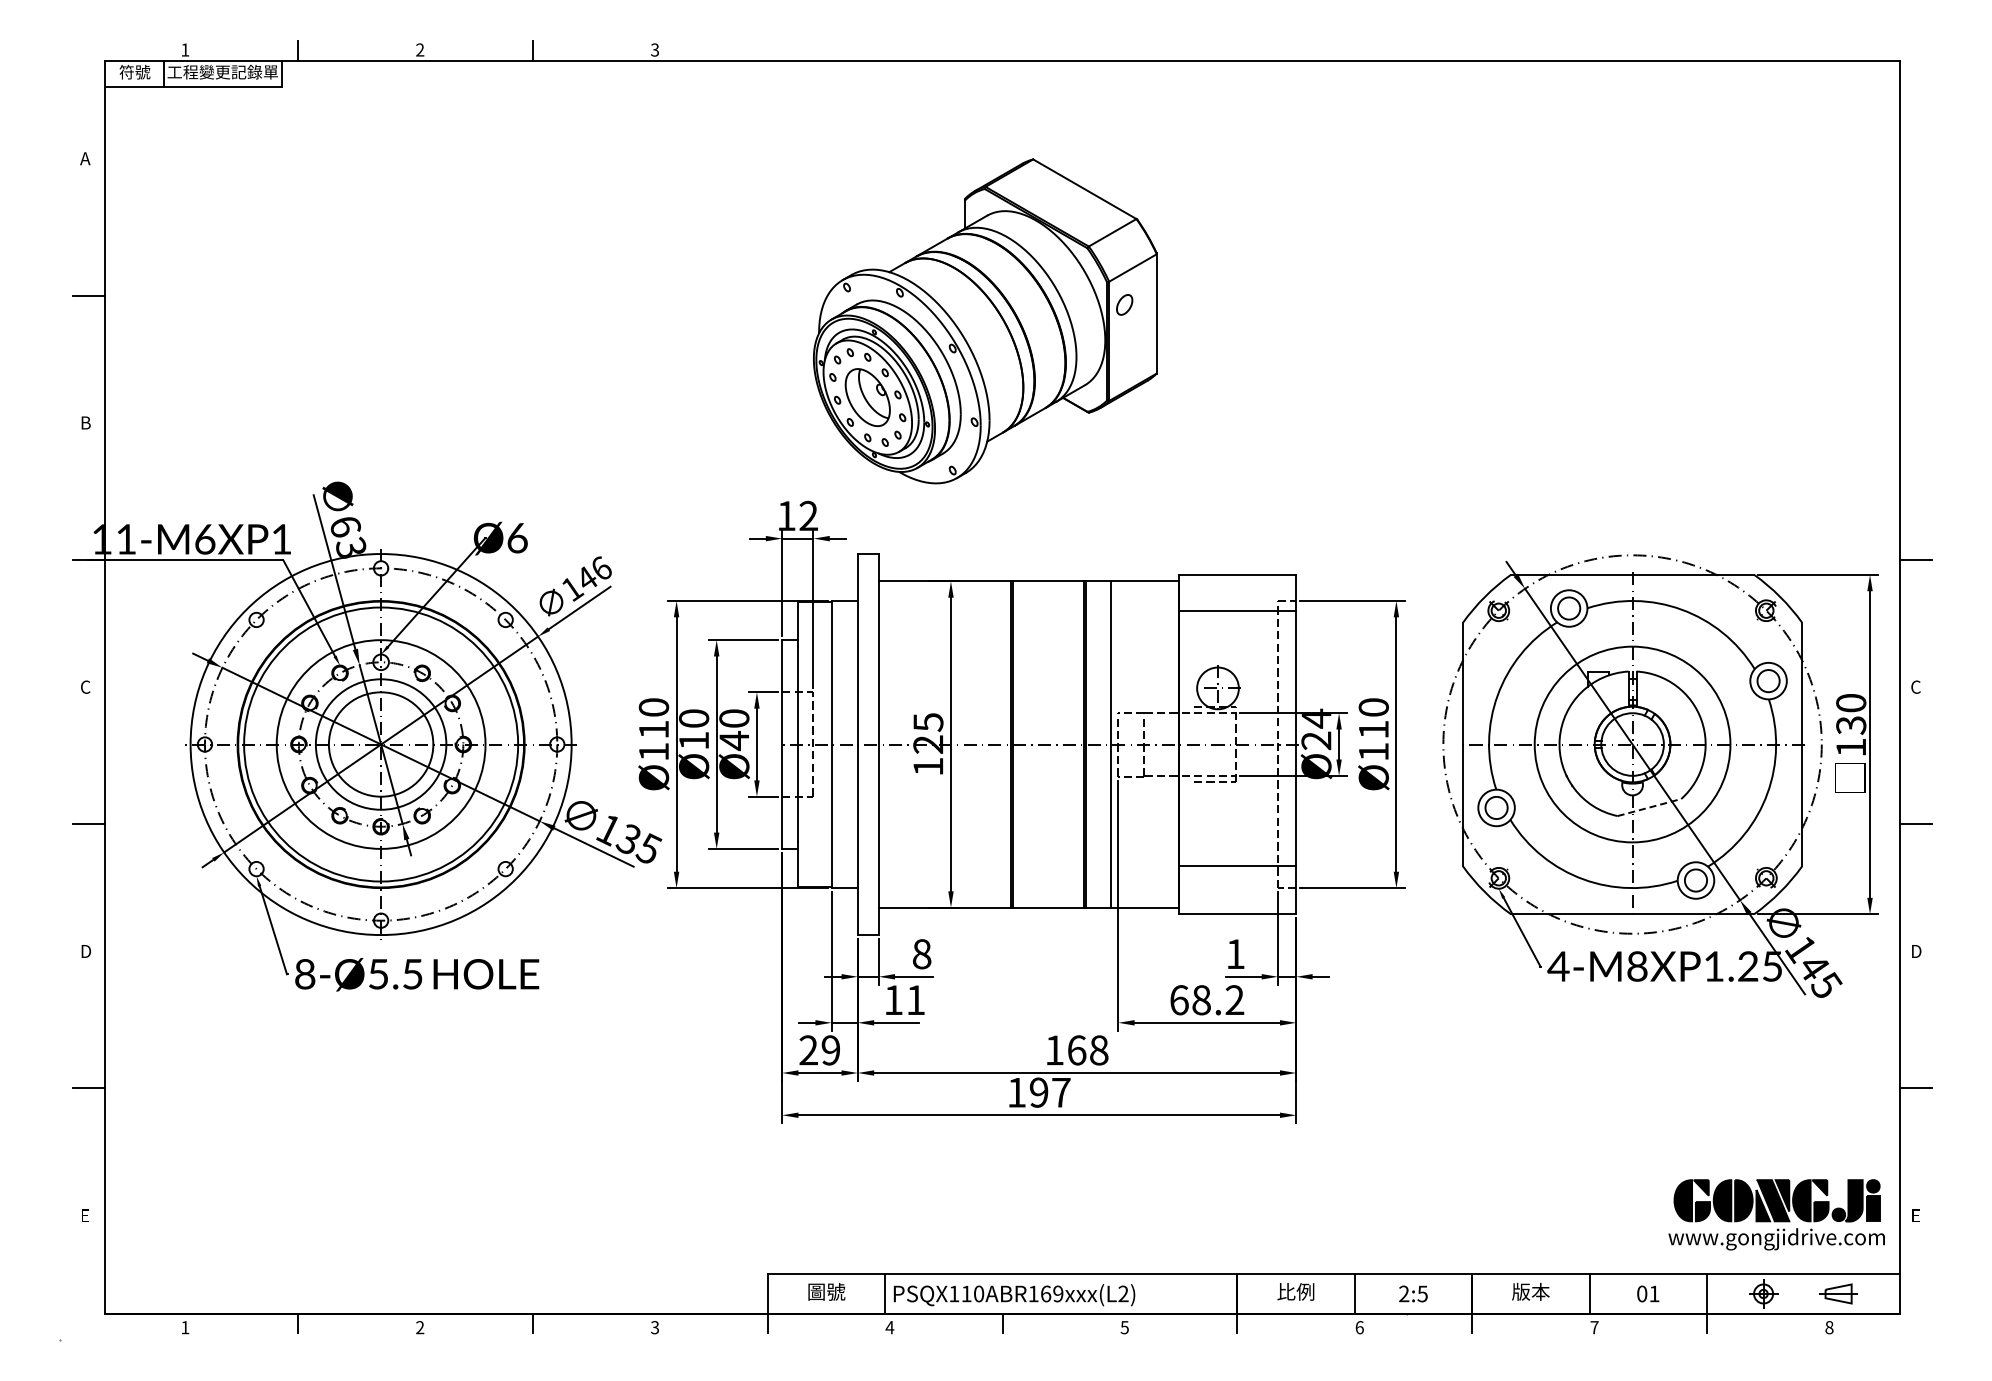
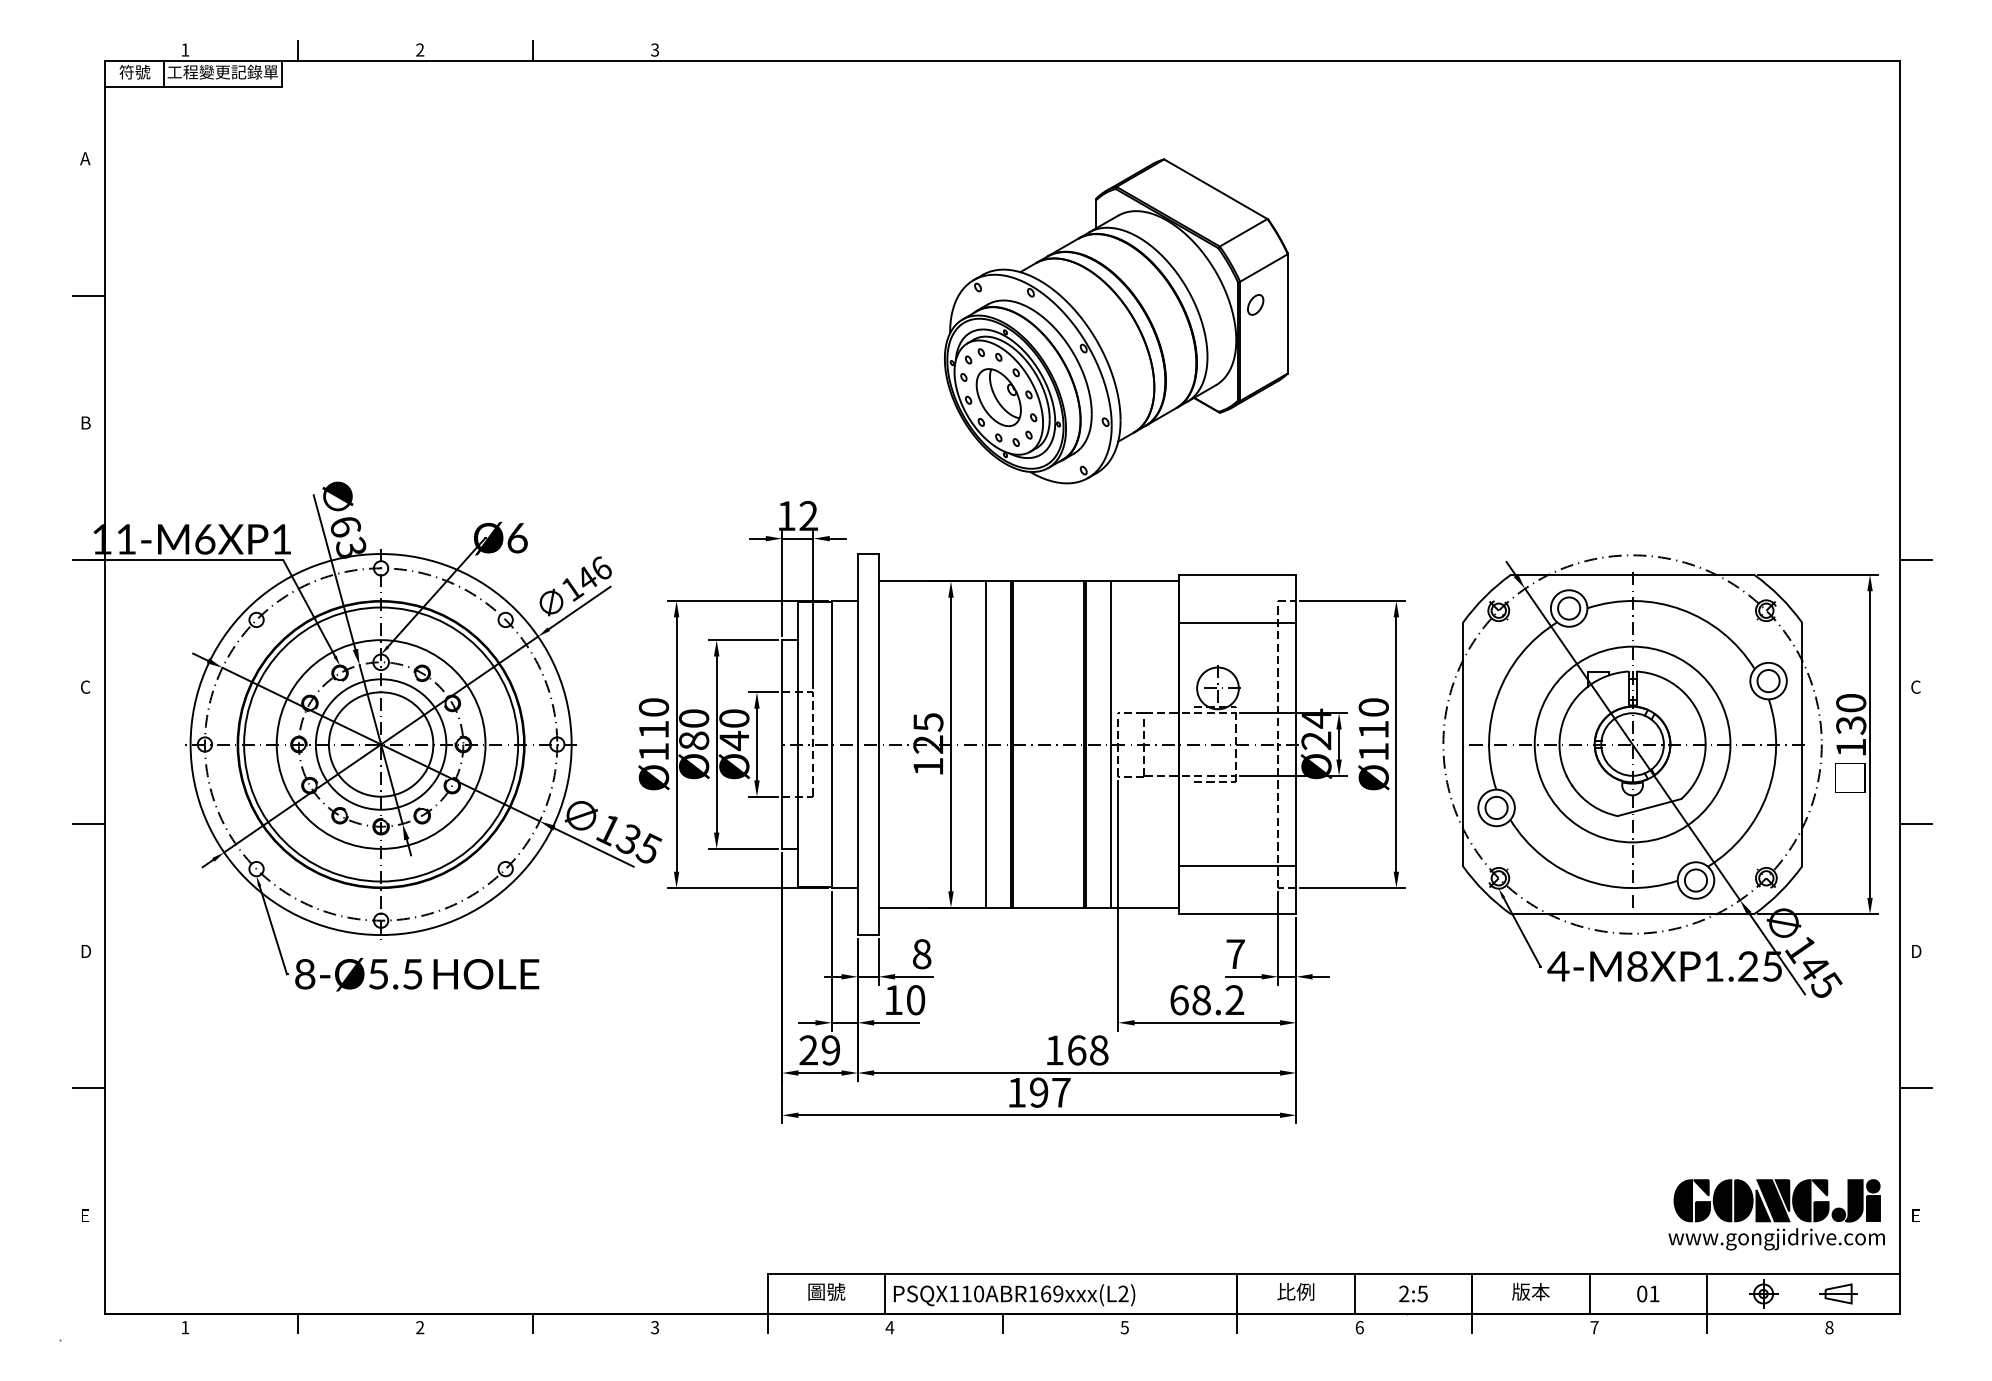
part at (985, 321) position: (985, 321) -> (1116, 321)
line at (1237, 610) position: (1237, 610) -> (1237, 622)
text at (694, 740): Ø10 -> Ø80
line at (985, 744): none -> present
line at (1649, 807): dashed -> solid
text at (1235, 953): 1 -> 7
text at (916, 1000): 11 -> 10
